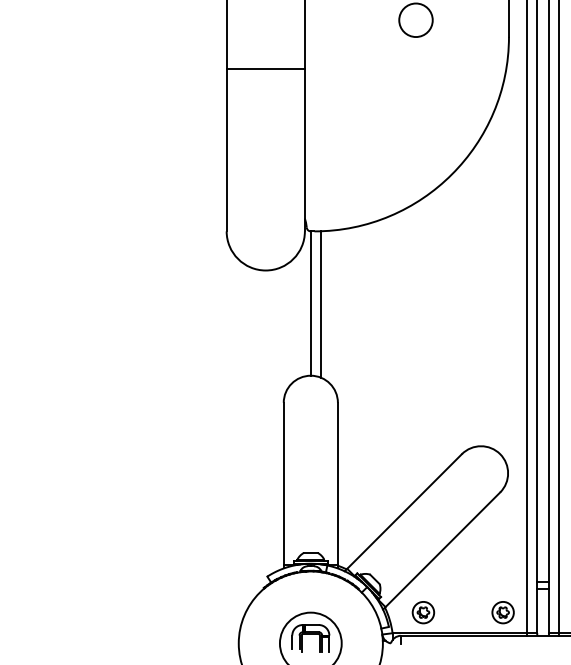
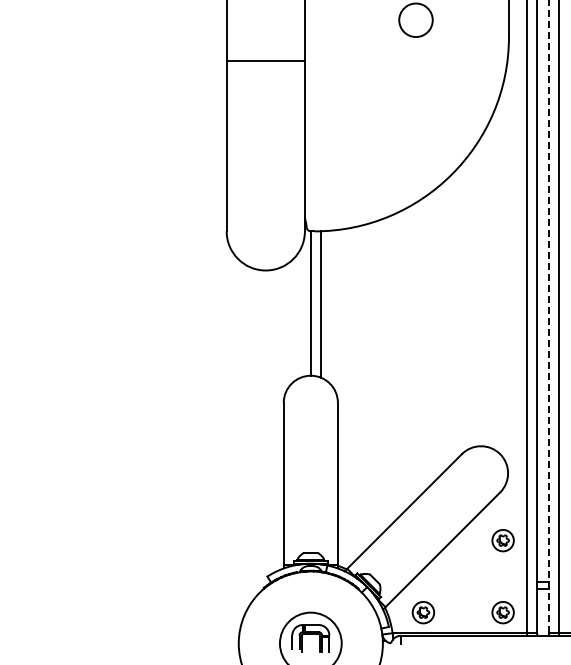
line at (265, 69) position: (265, 69) -> (265, 61)
line at (548, 316): solid -> dashed
part at (502, 540): none -> present
